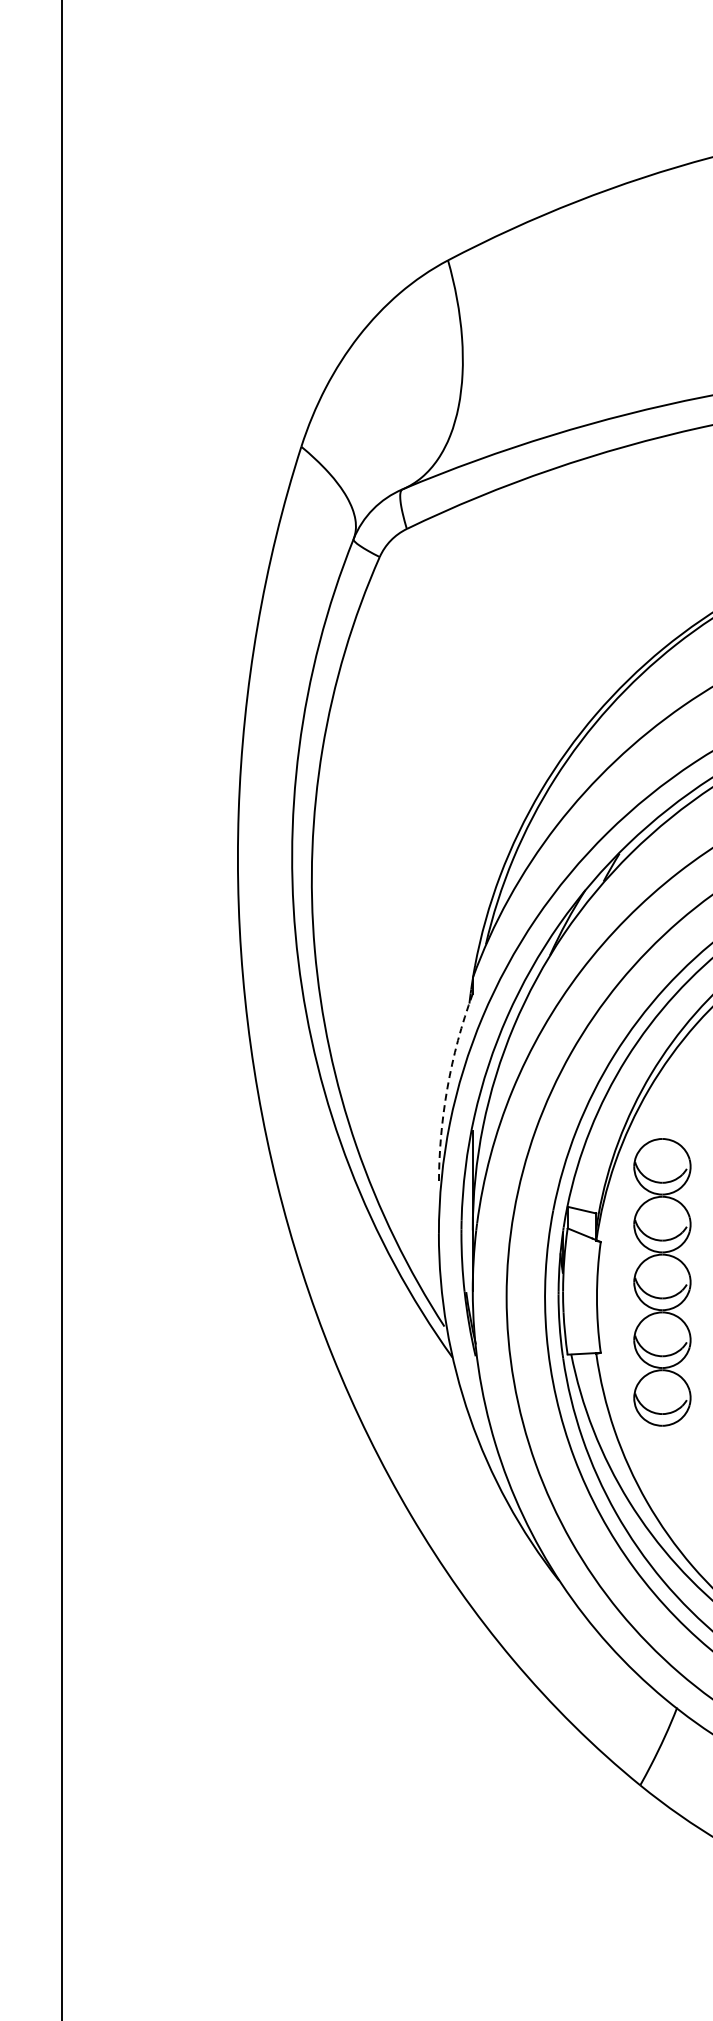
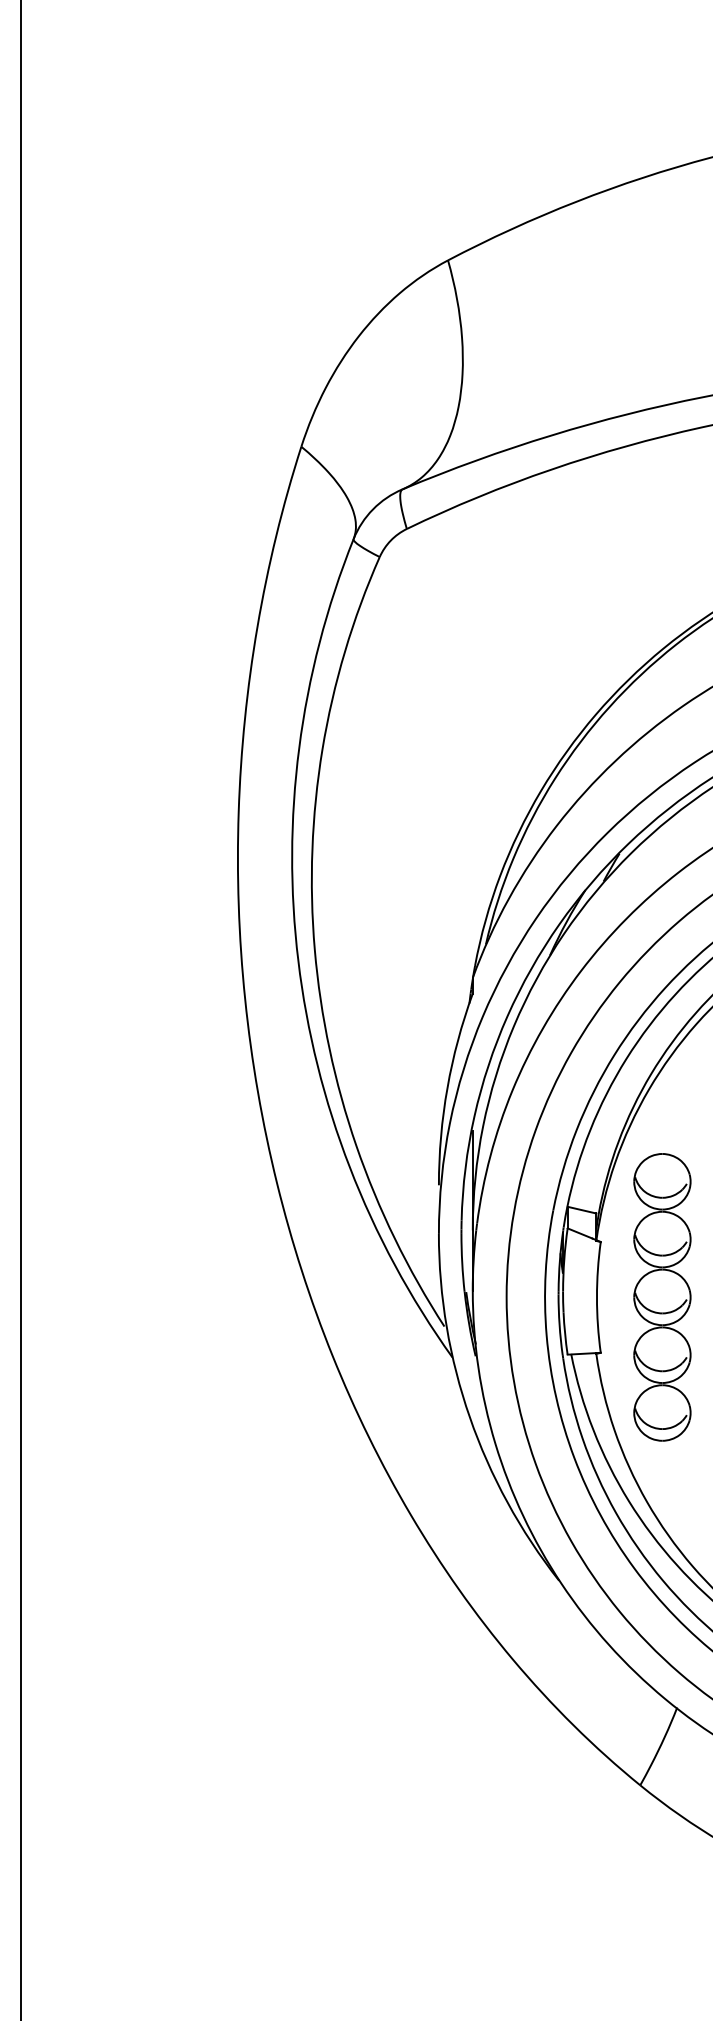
line at (62, 1009) position: (62, 1009) -> (21, 1009)
arc at (447, 1088): dashed -> solid
part at (662, 1282) position: (662, 1282) -> (662, 1297)
